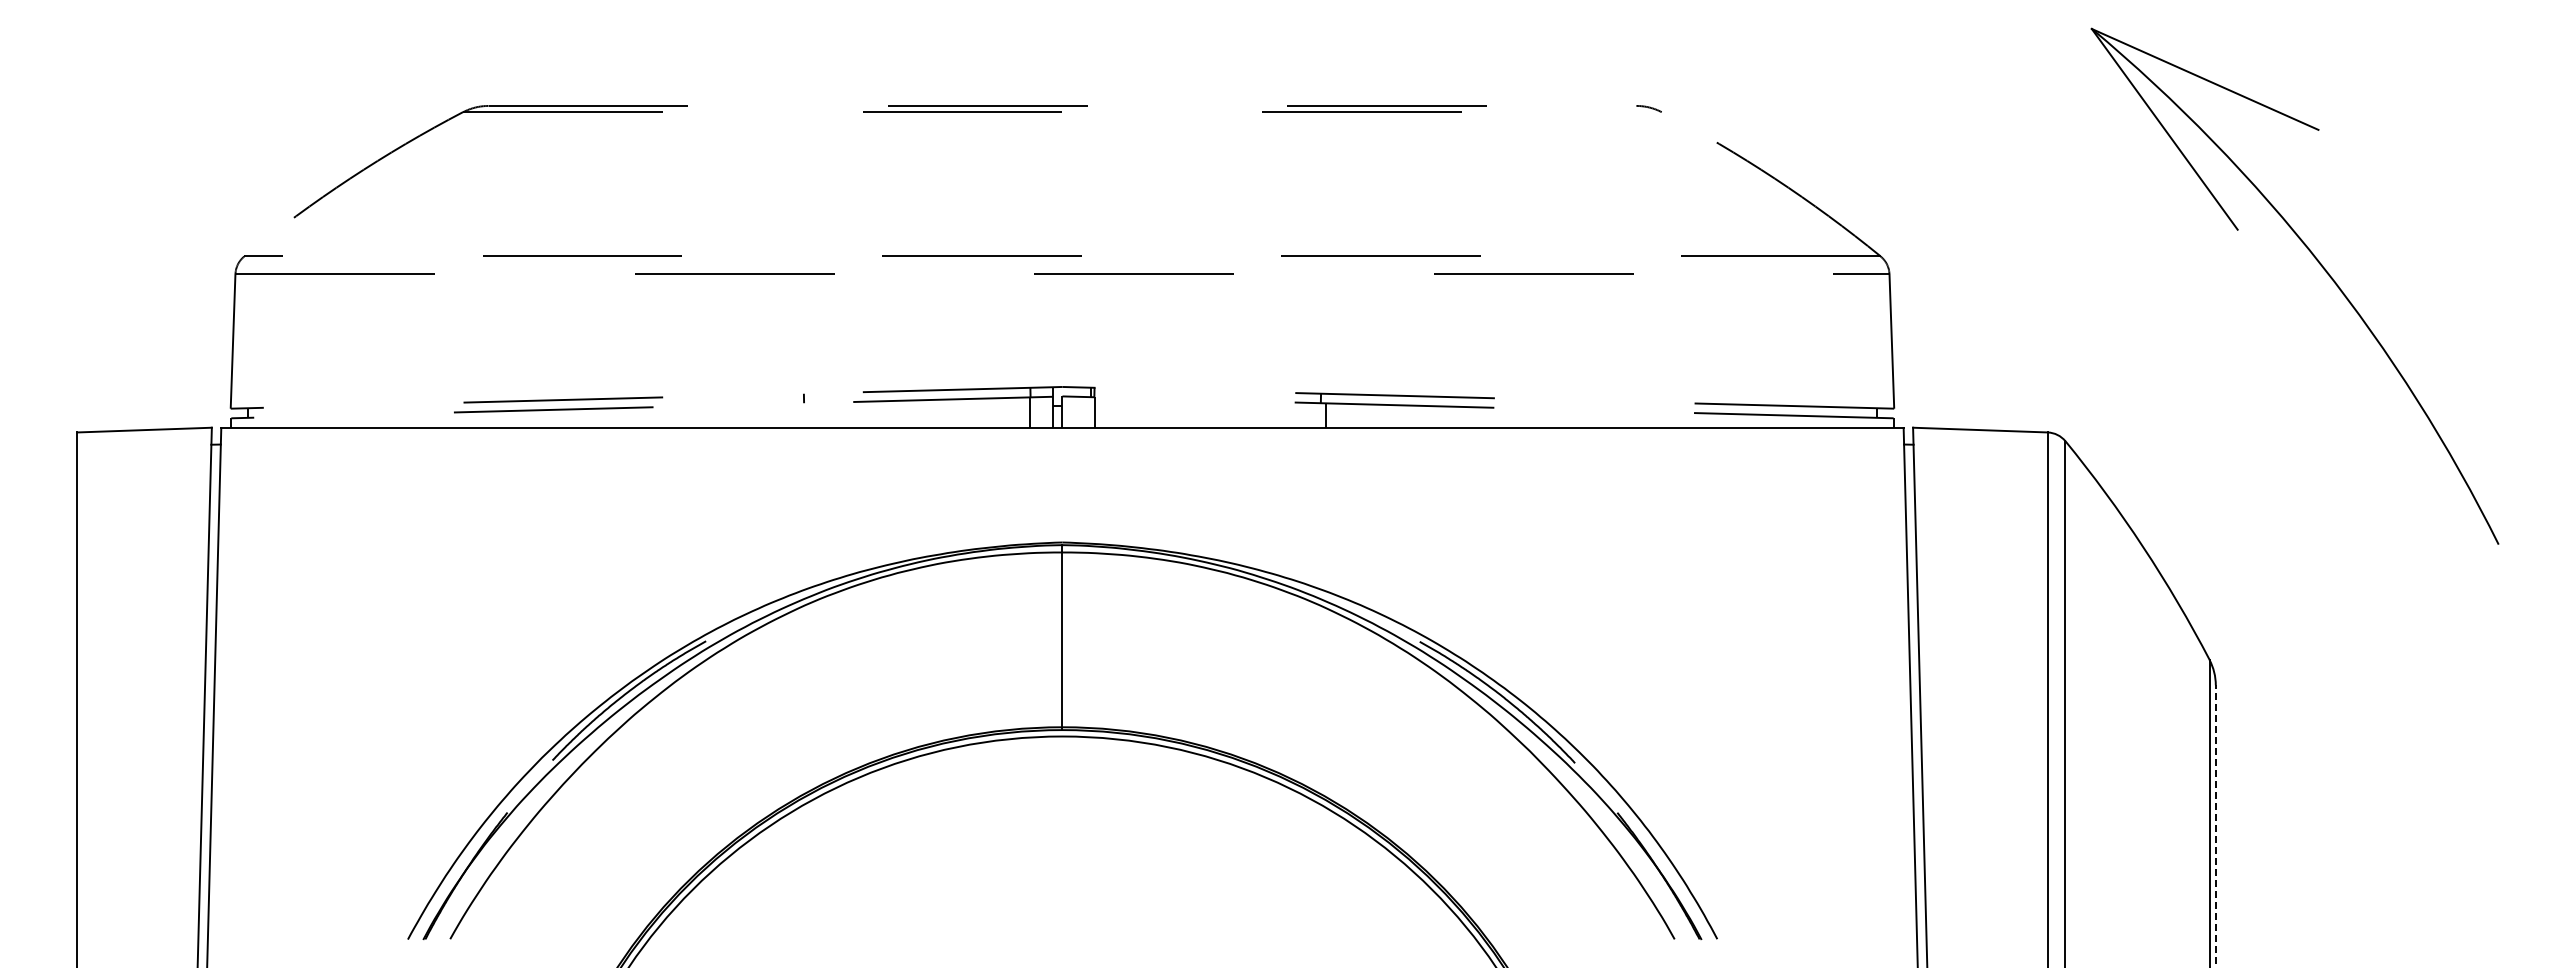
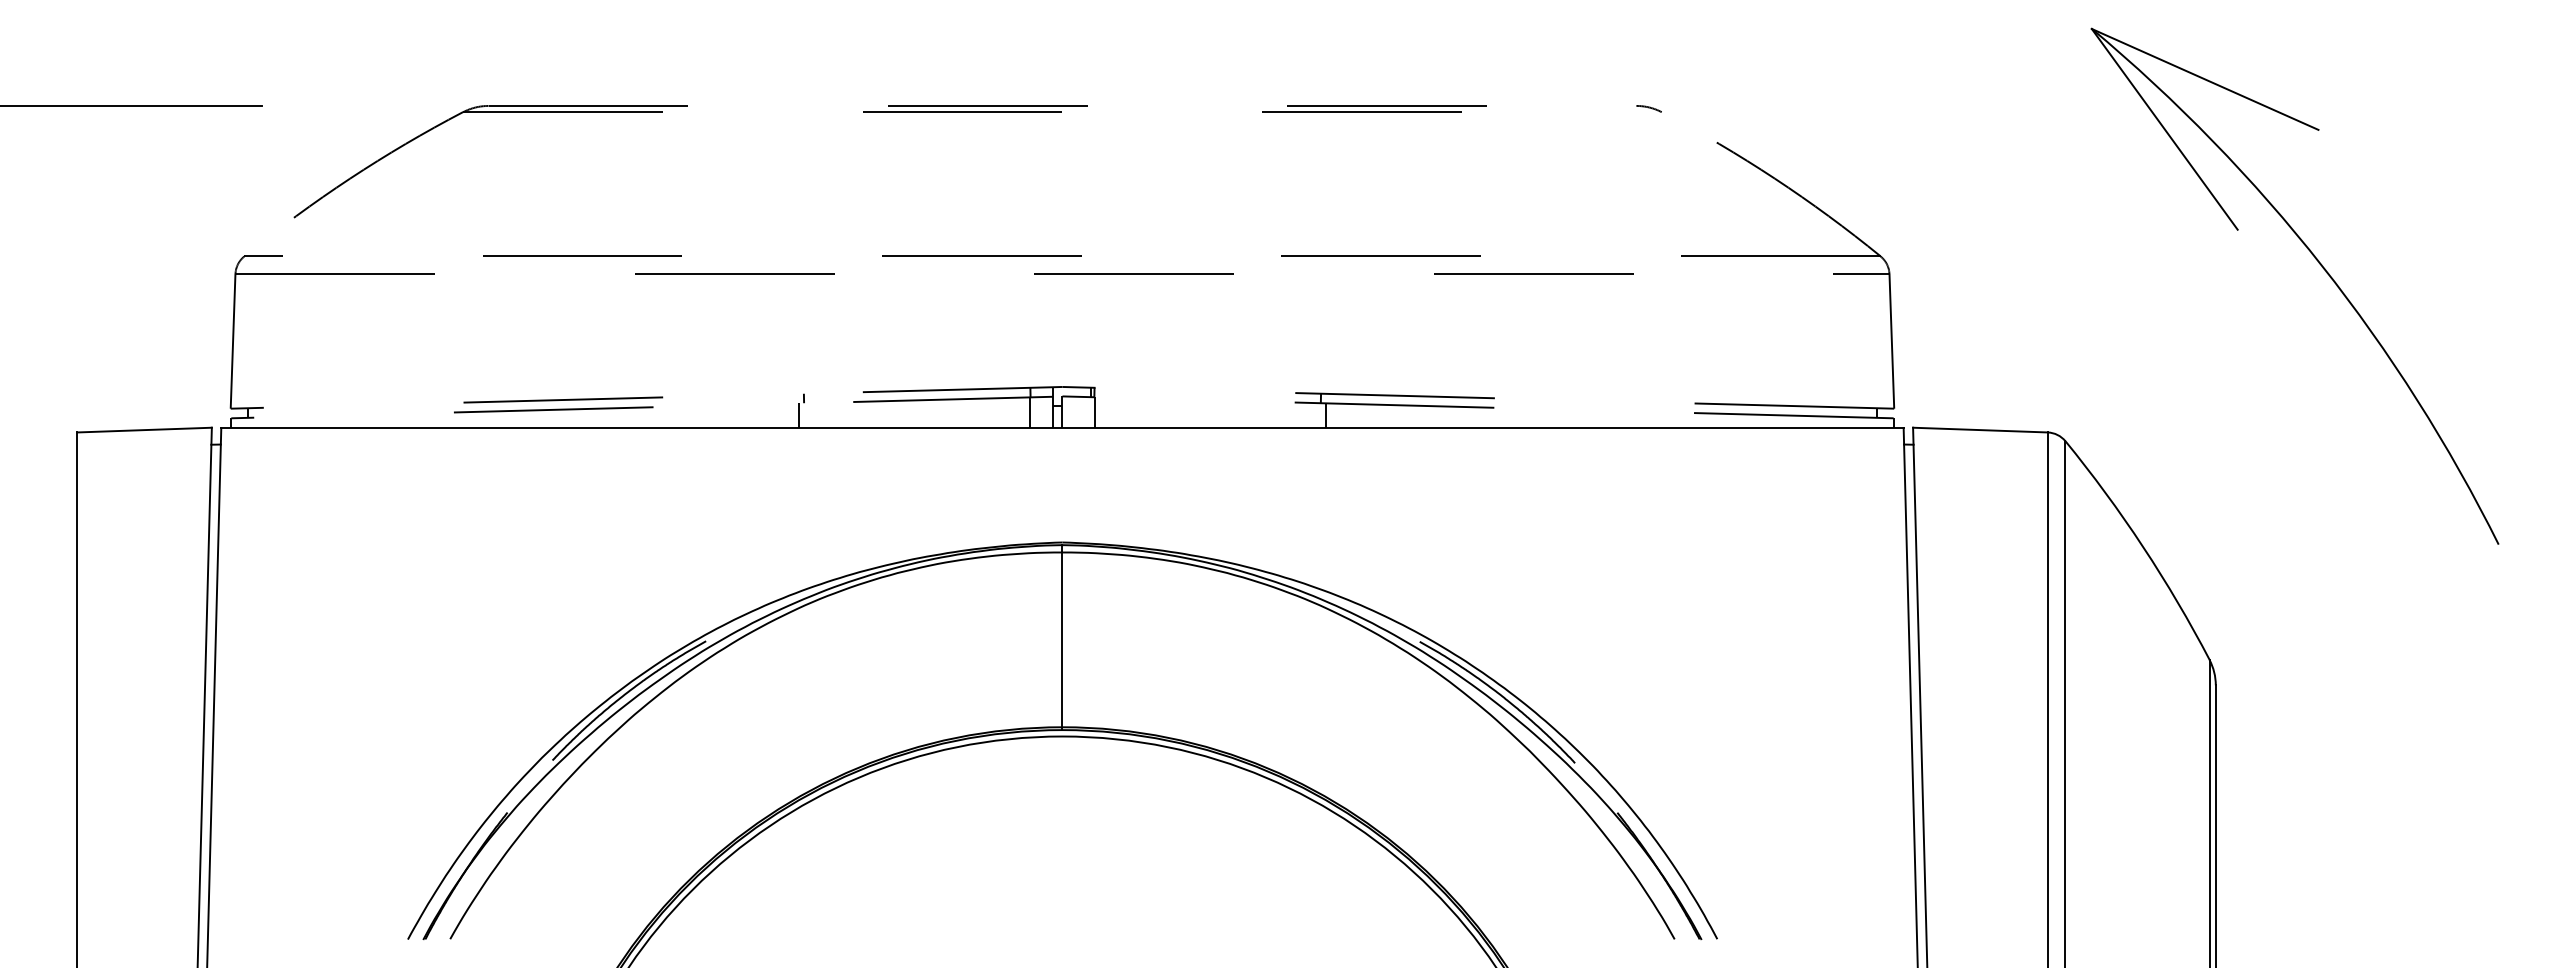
line at (132, 105): none -> present
line at (798, 415): none -> present
line at (2216, 826): dashed -> solid
